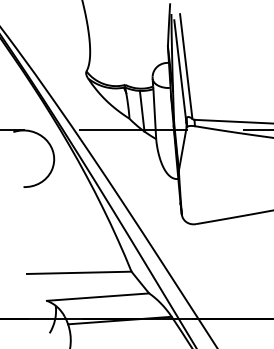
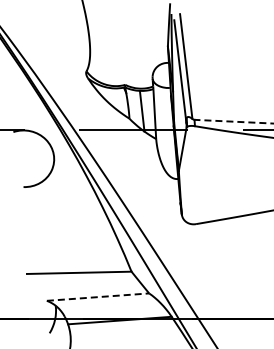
line at (233, 121): solid -> dashed
line at (98, 297): solid -> dashed
